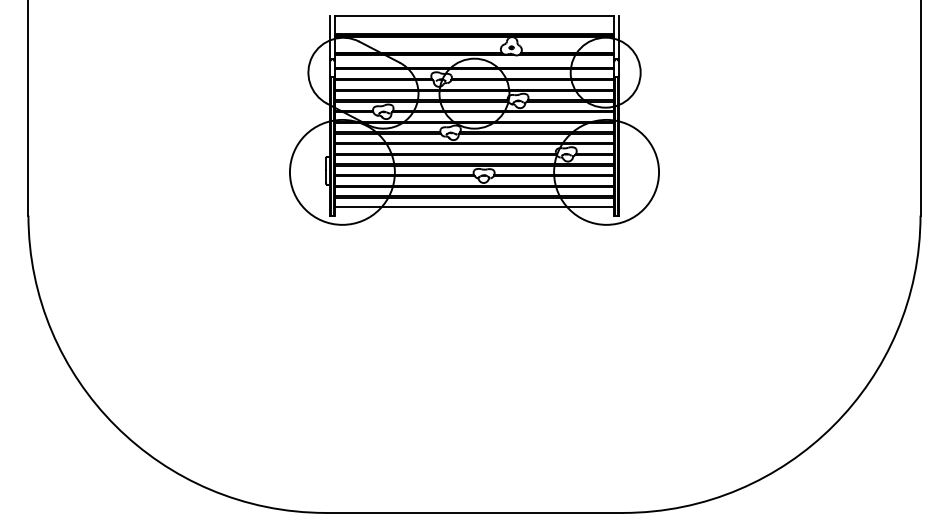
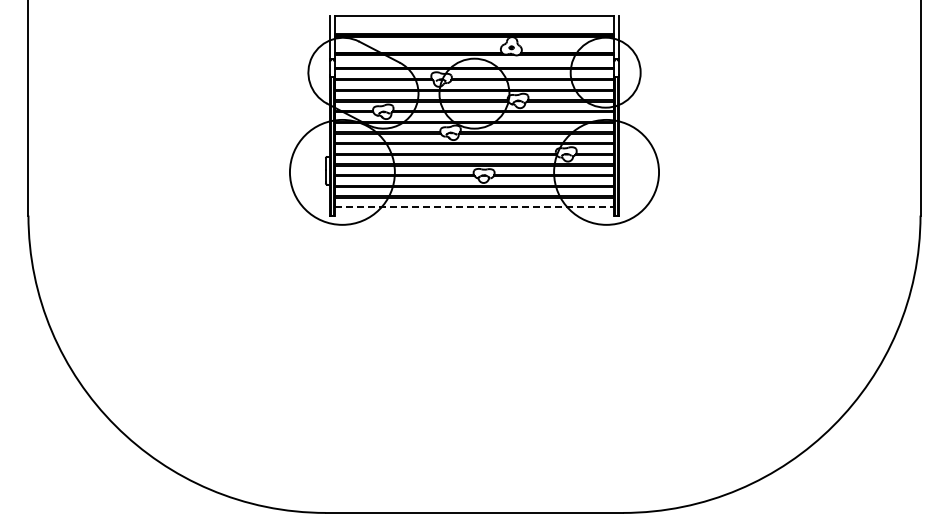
line at (474, 207): solid -> dashed
